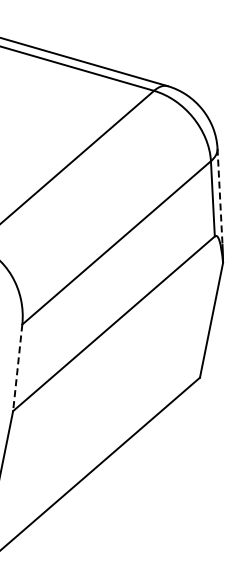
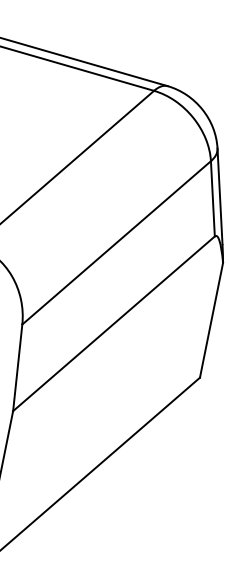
line at (220, 196): dashed -> solid
line at (17, 367): dashed -> solid
